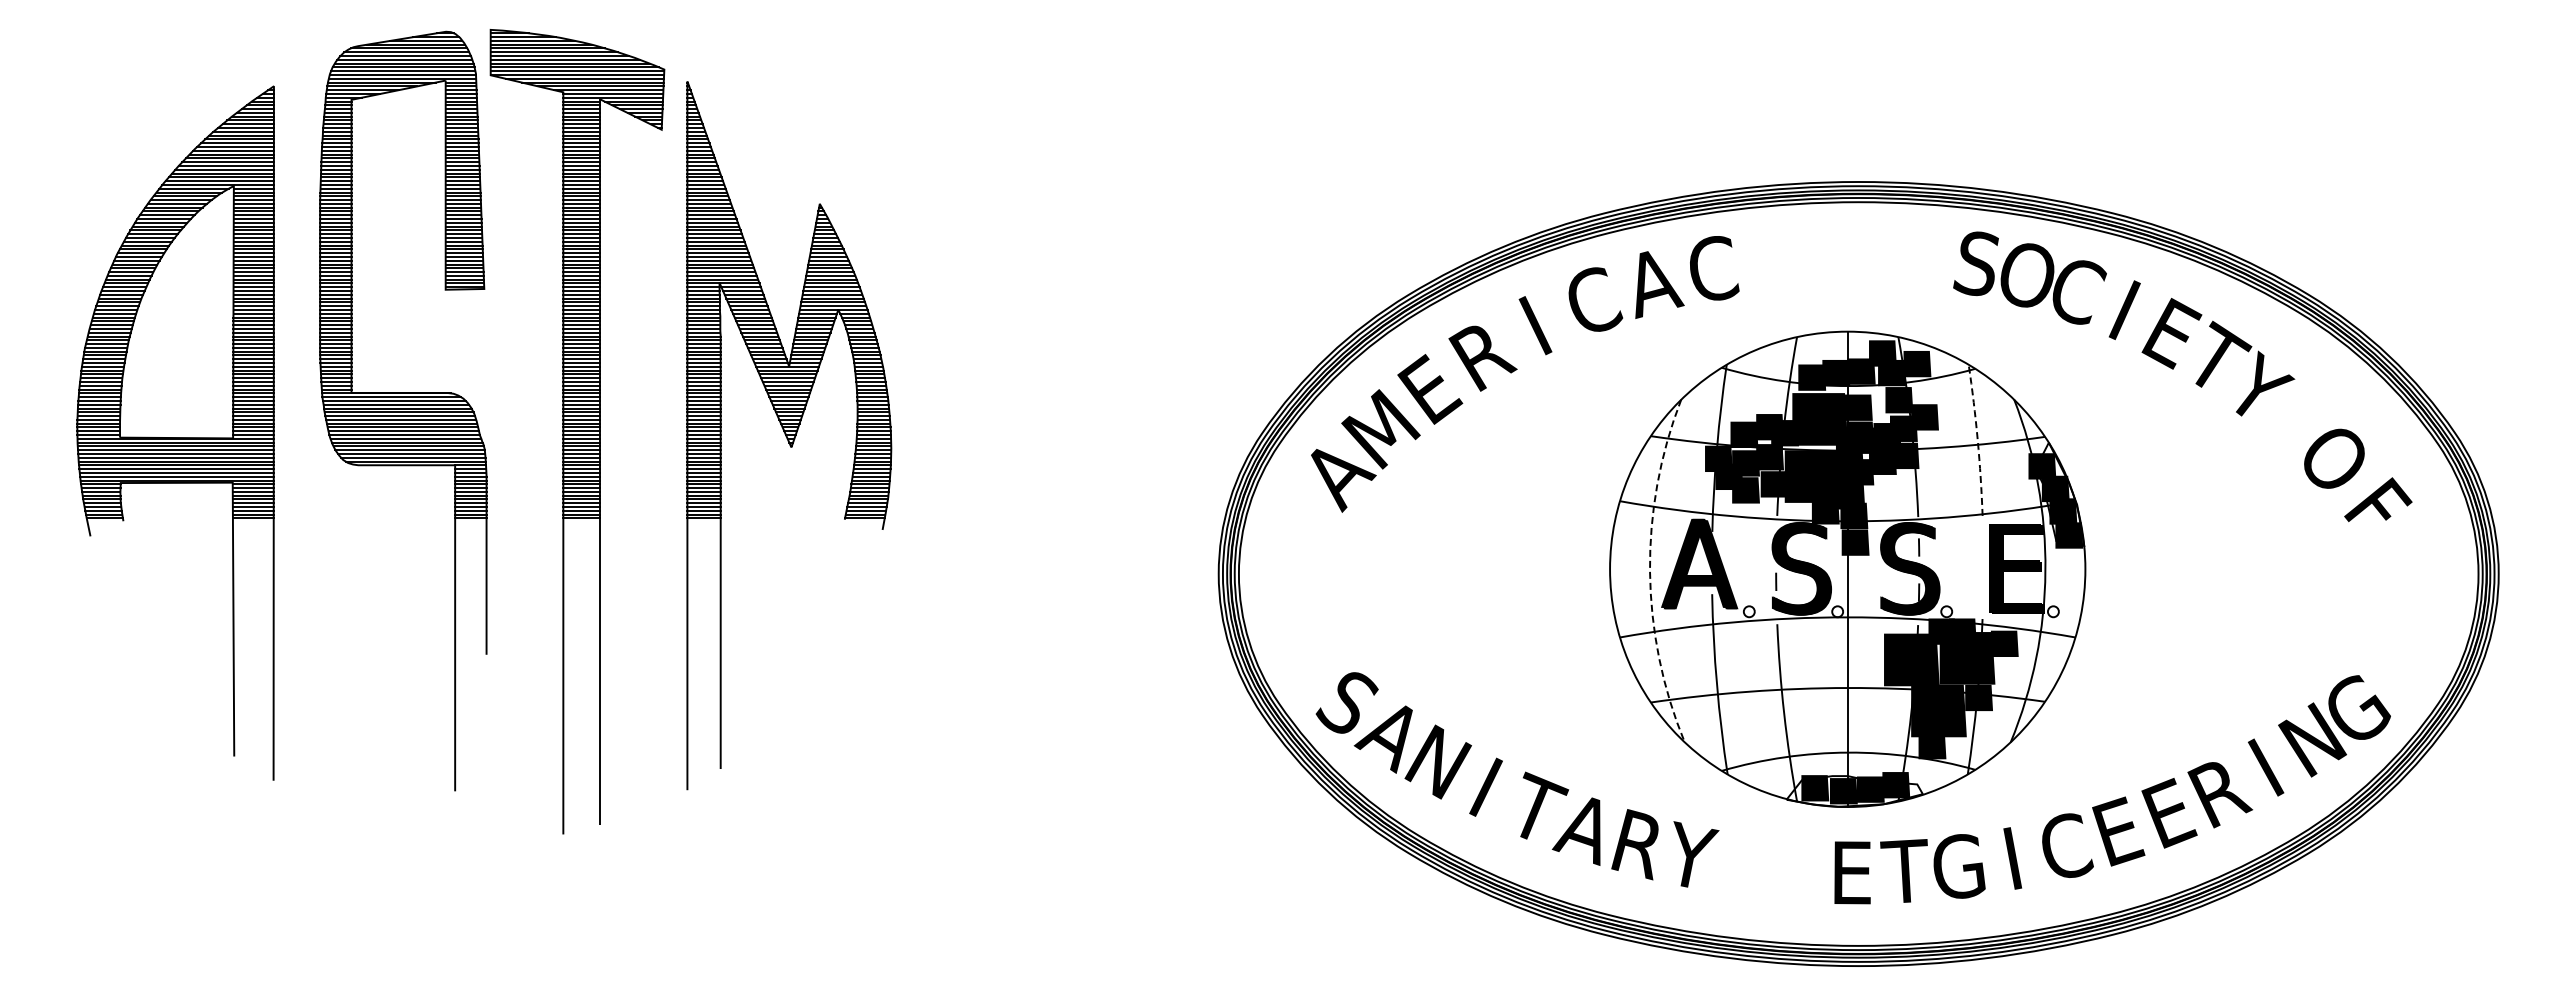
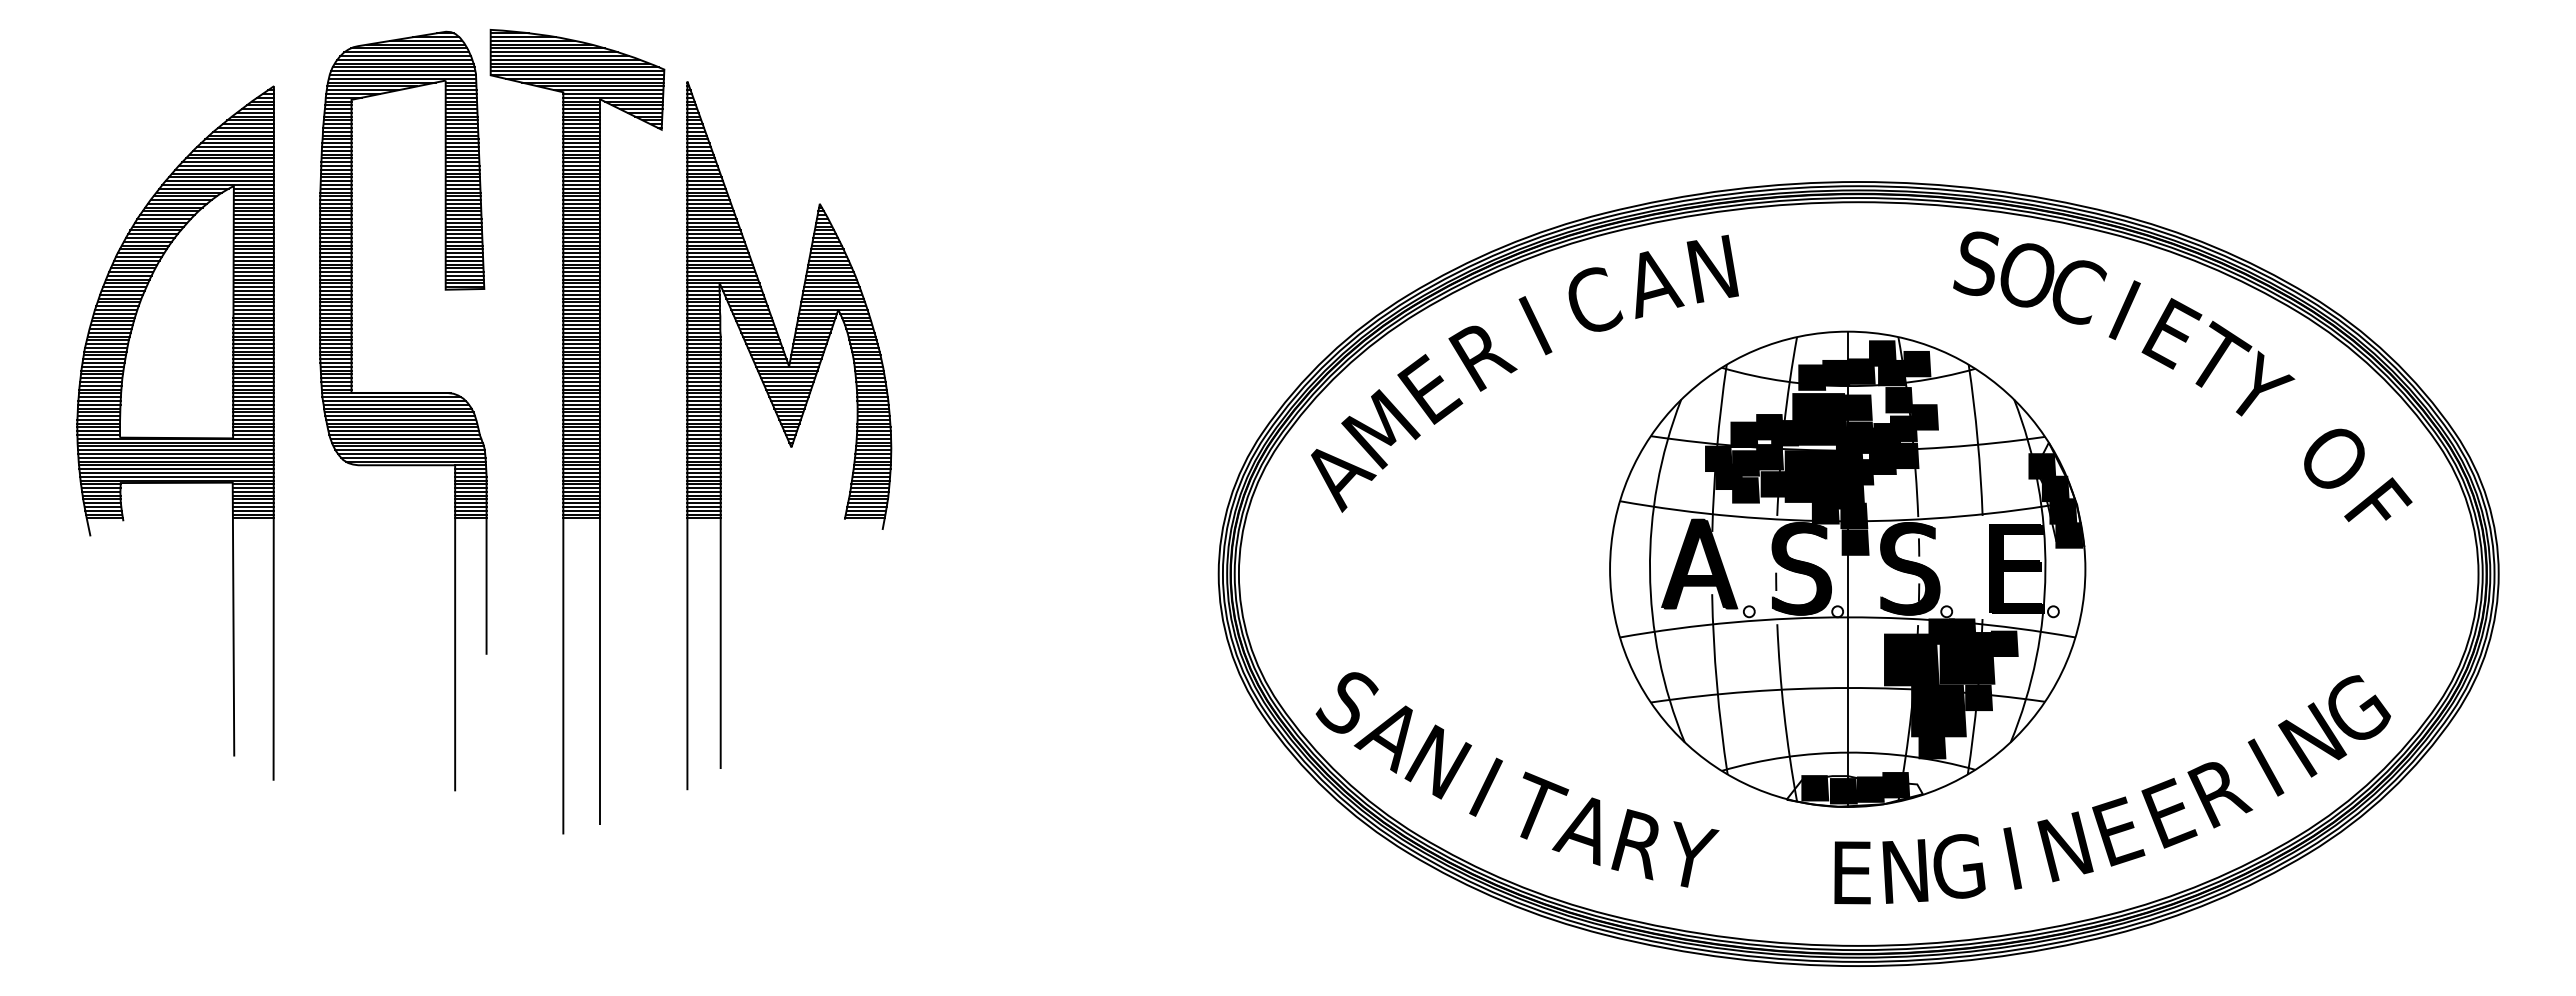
text at (1712, 268): C -> N
arc at (1977, 440): dashed -> solid
arc at (1650, 571): dashed -> solid
text at (2065, 846): C -> N
text at (1904, 871): T -> N
